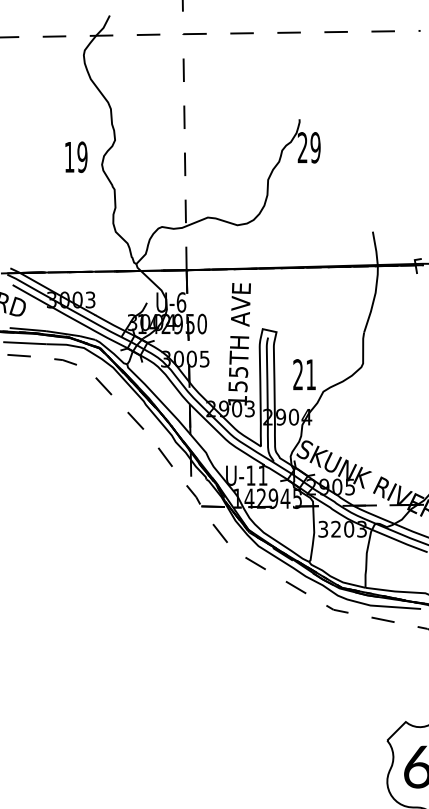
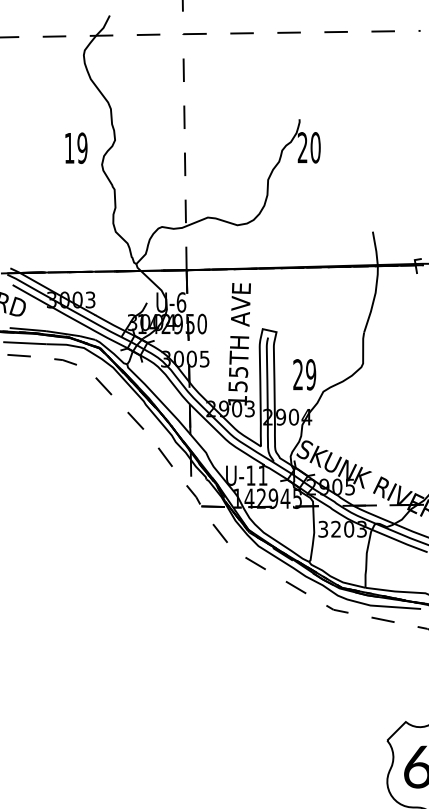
text at (315, 147): 29 -> 20
text at (76, 156) position: (76, 156) -> (76, 147)
text at (311, 374): 21 -> 29
